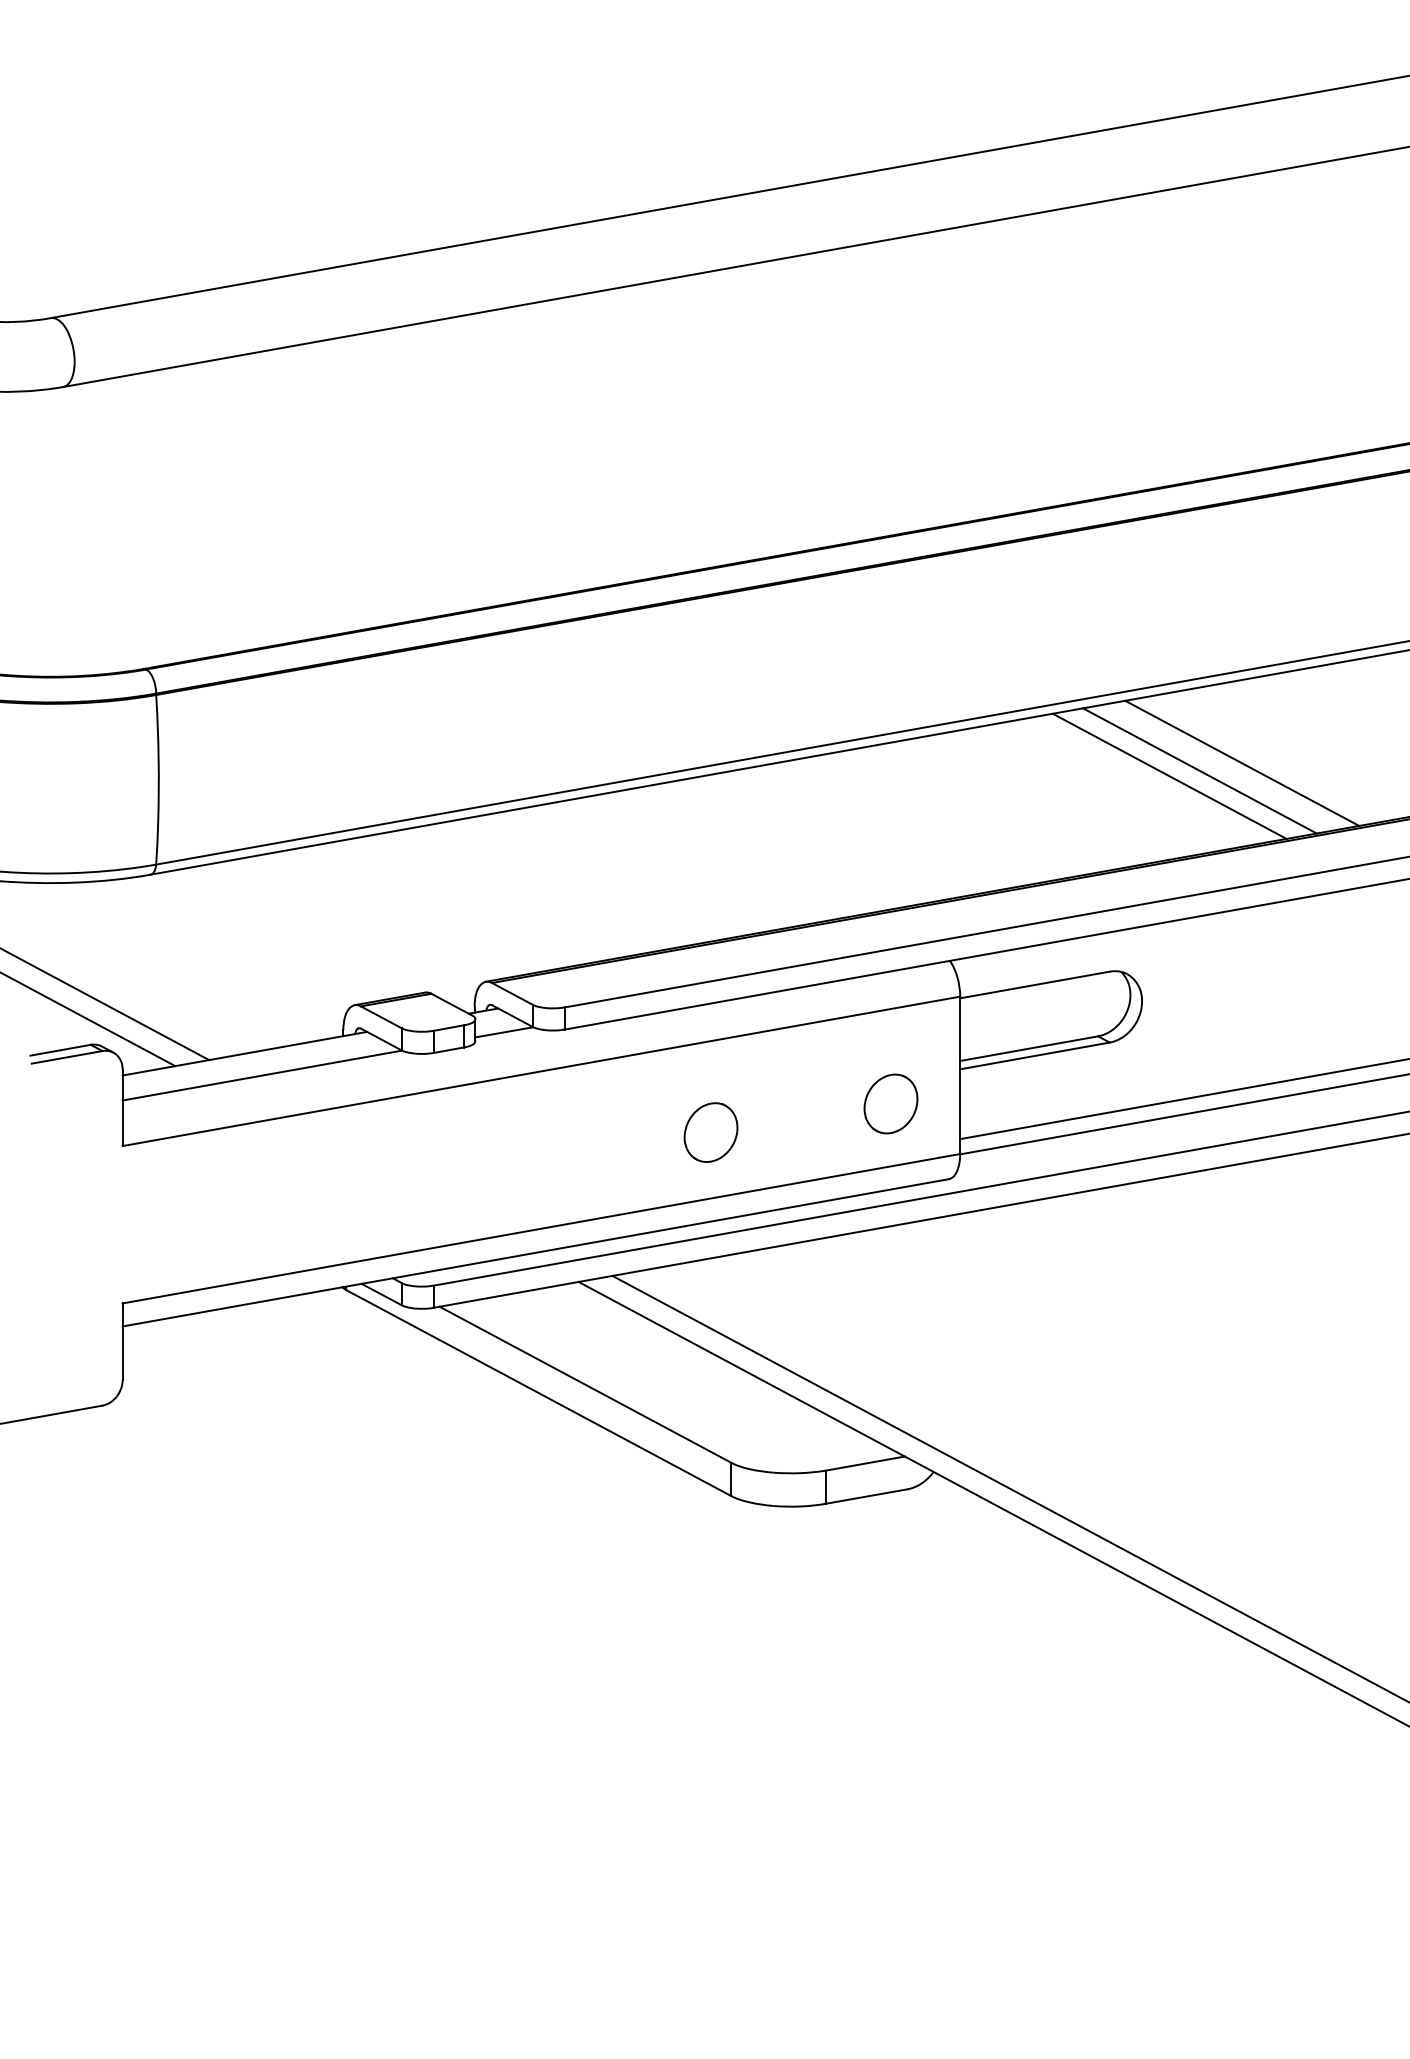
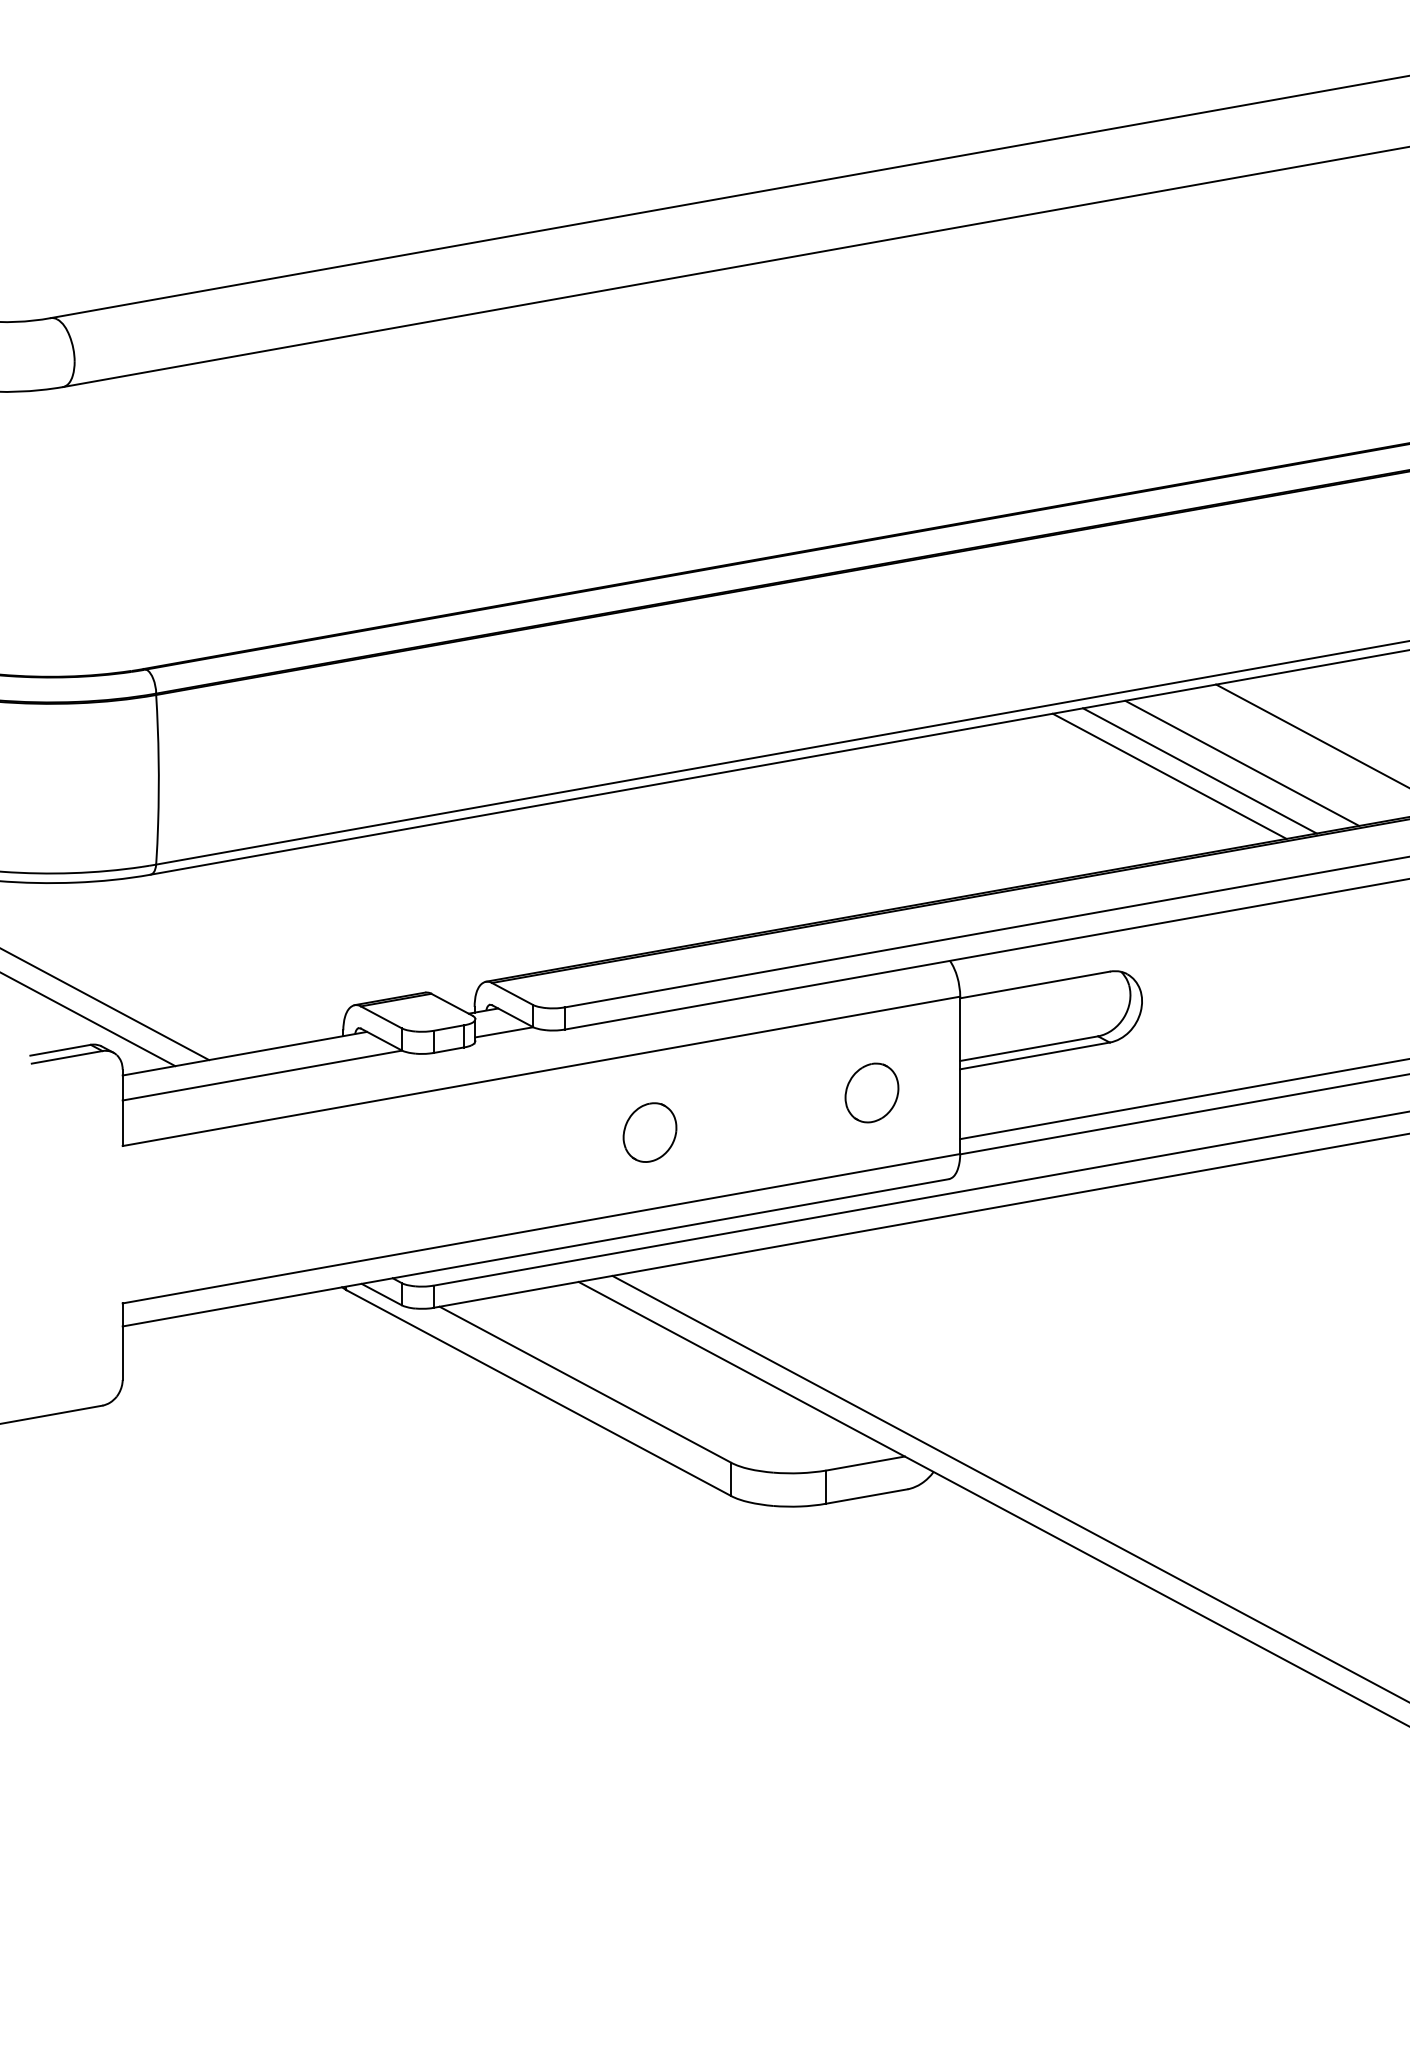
line at (1311, 735): none -> present
part at (890, 1103) position: (890, 1103) -> (871, 1092)
part at (710, 1132) position: (710, 1132) -> (649, 1132)
